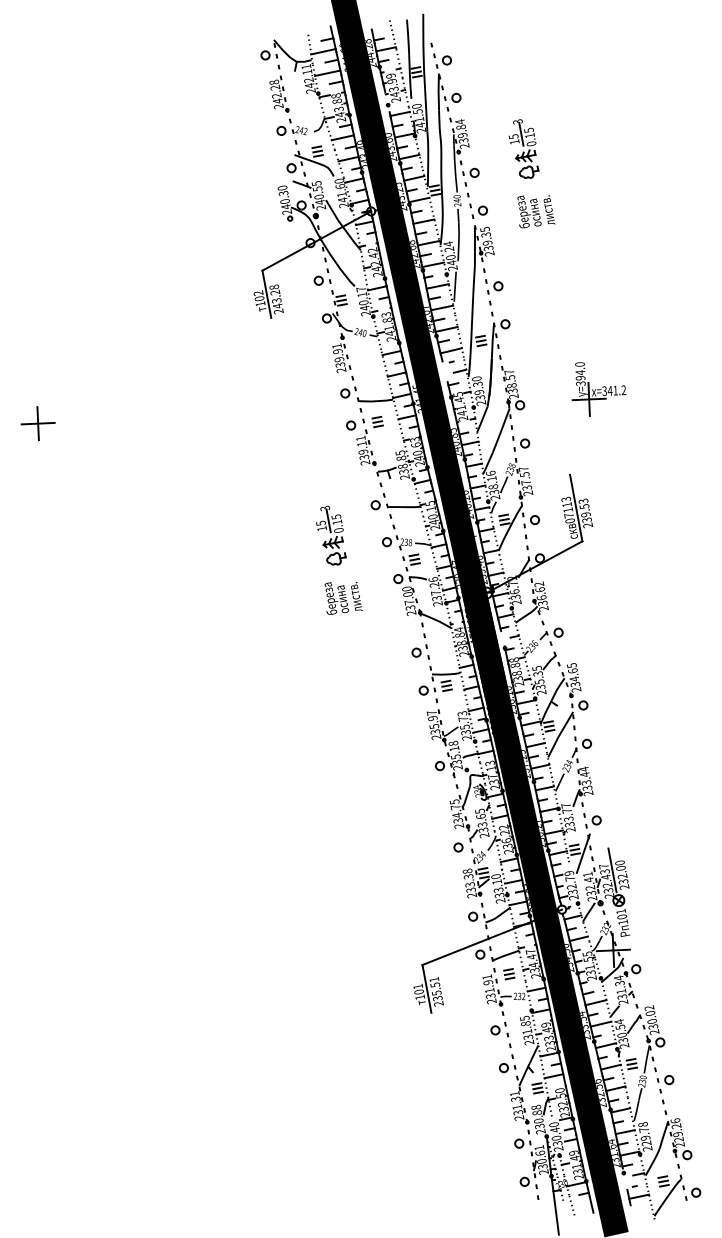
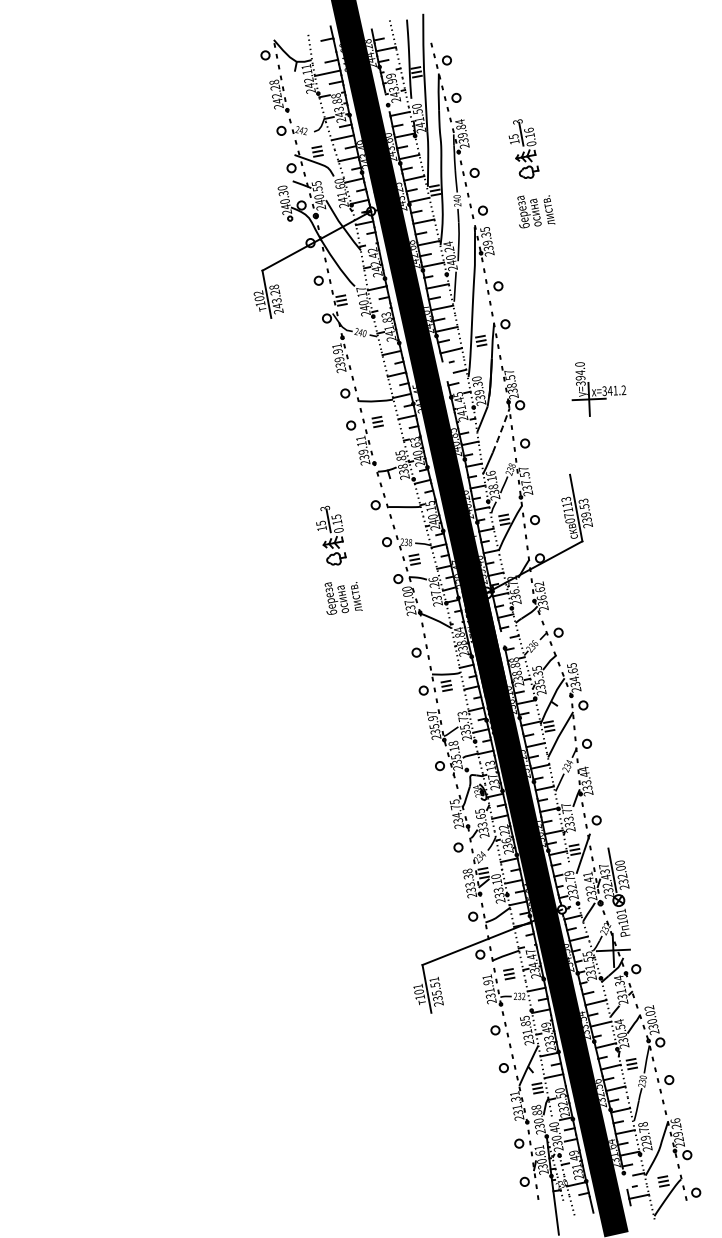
line at (323, 51): present -> none
text at (528, 129): 0.15 -> 0.16
part at (37, 423): present -> none
line at (501, 430): solid -> dashed
